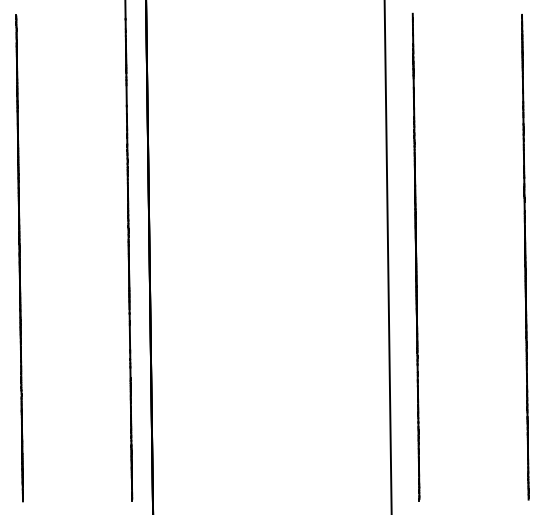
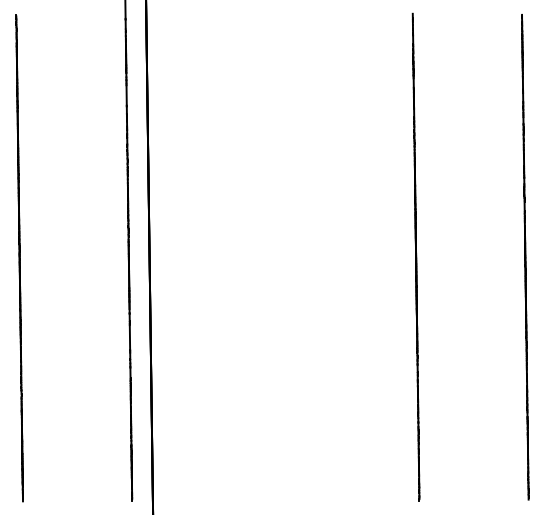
line at (387, 256): present -> none
